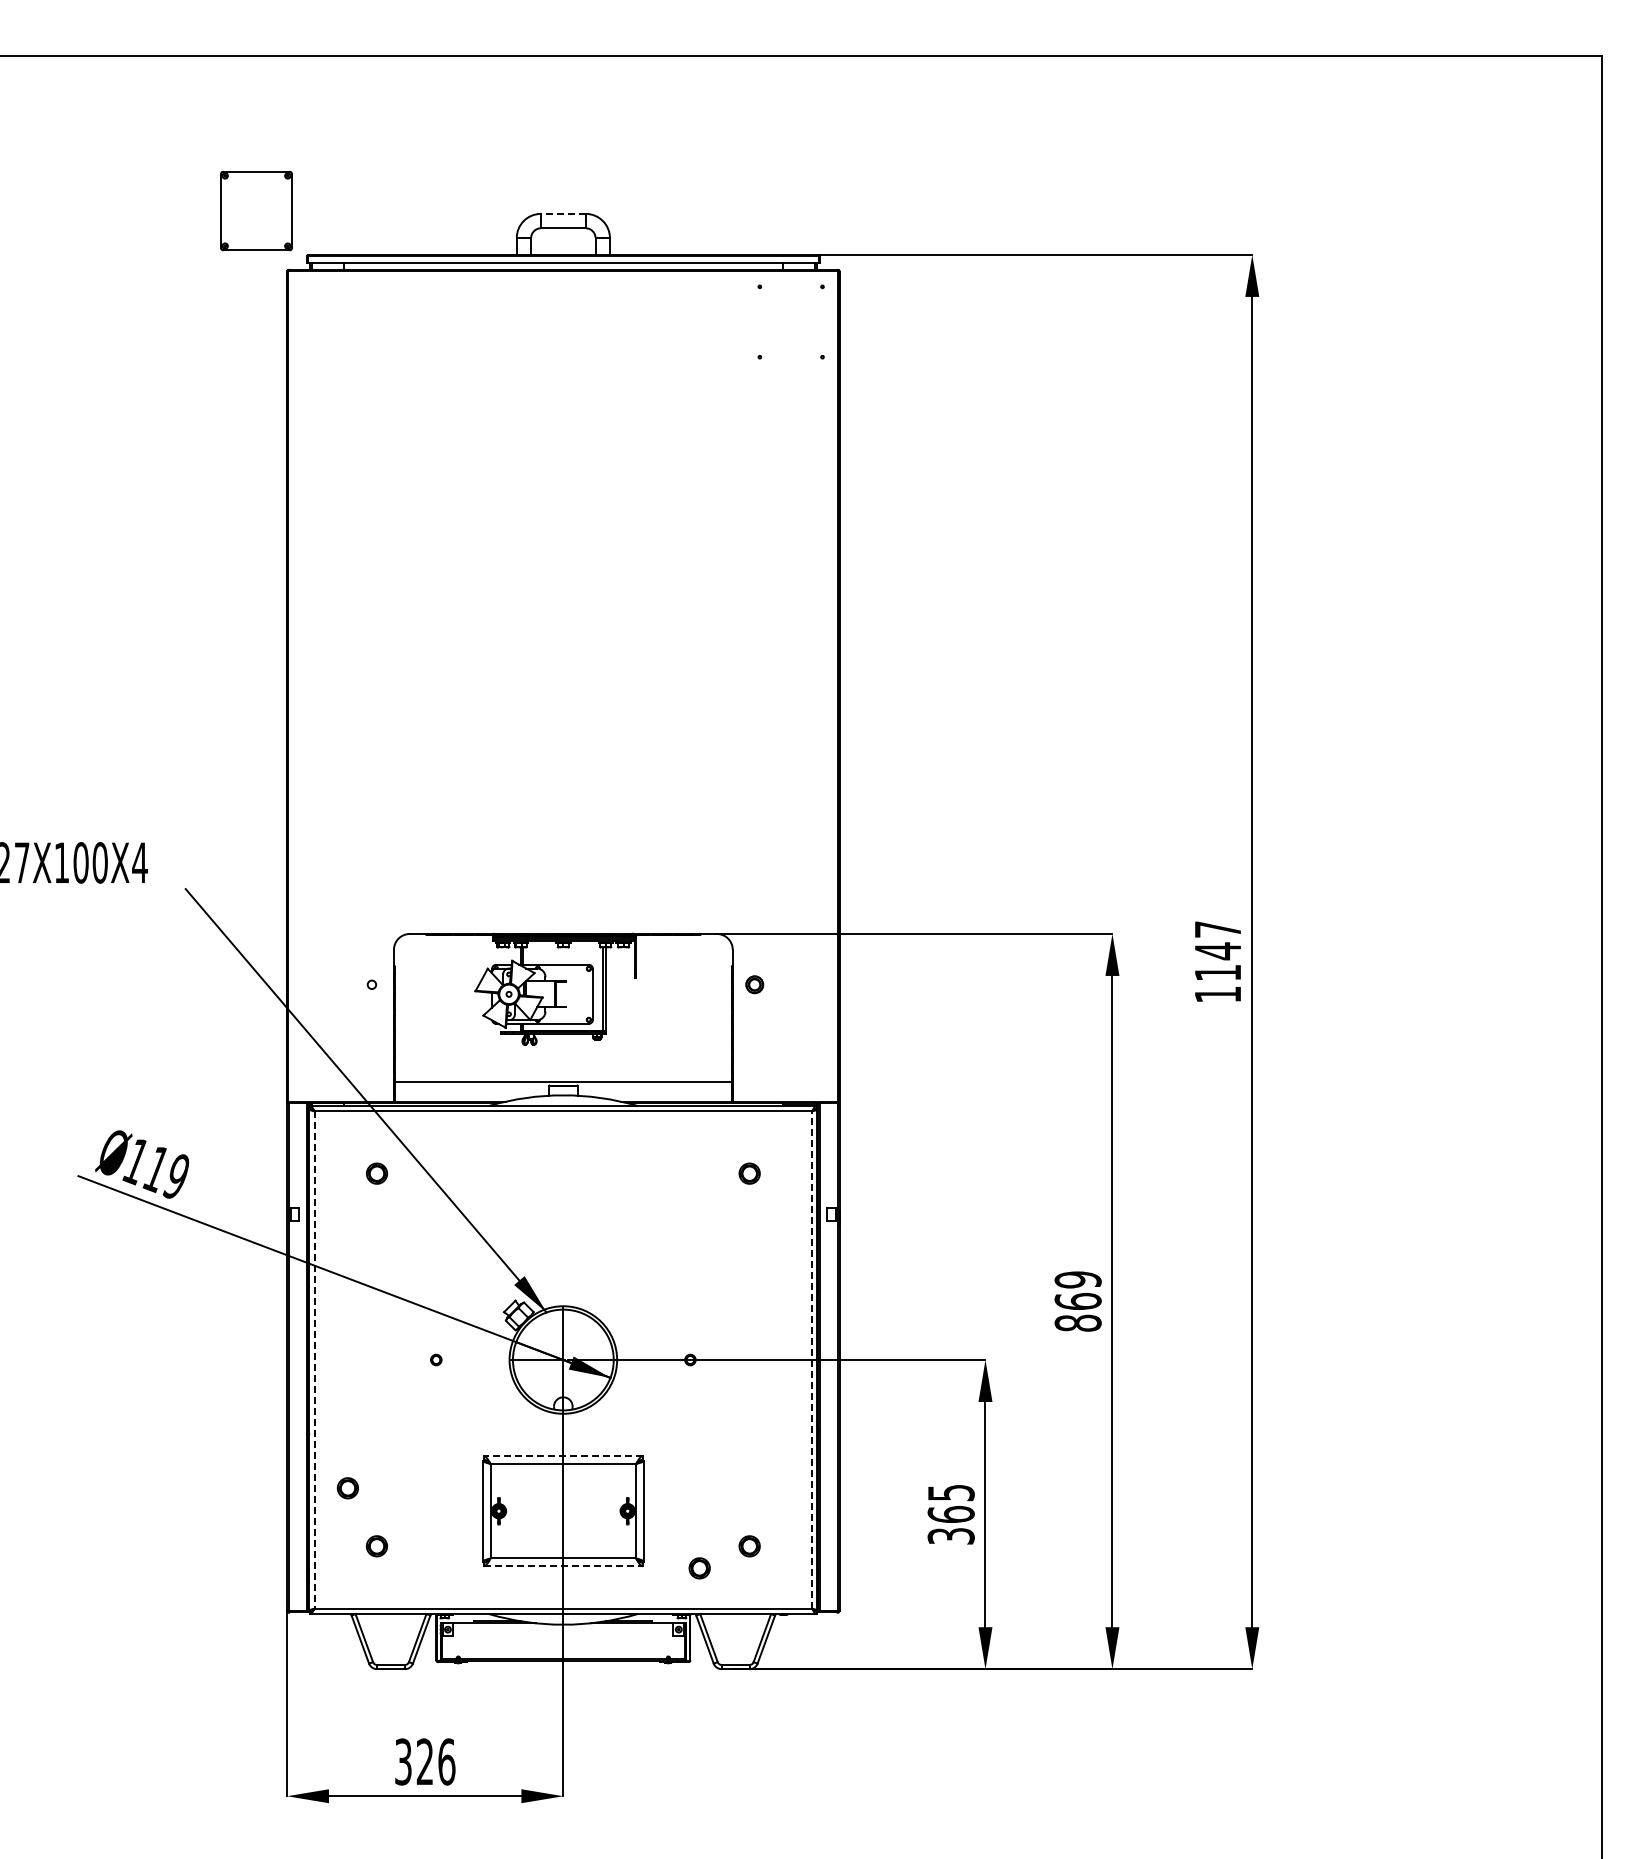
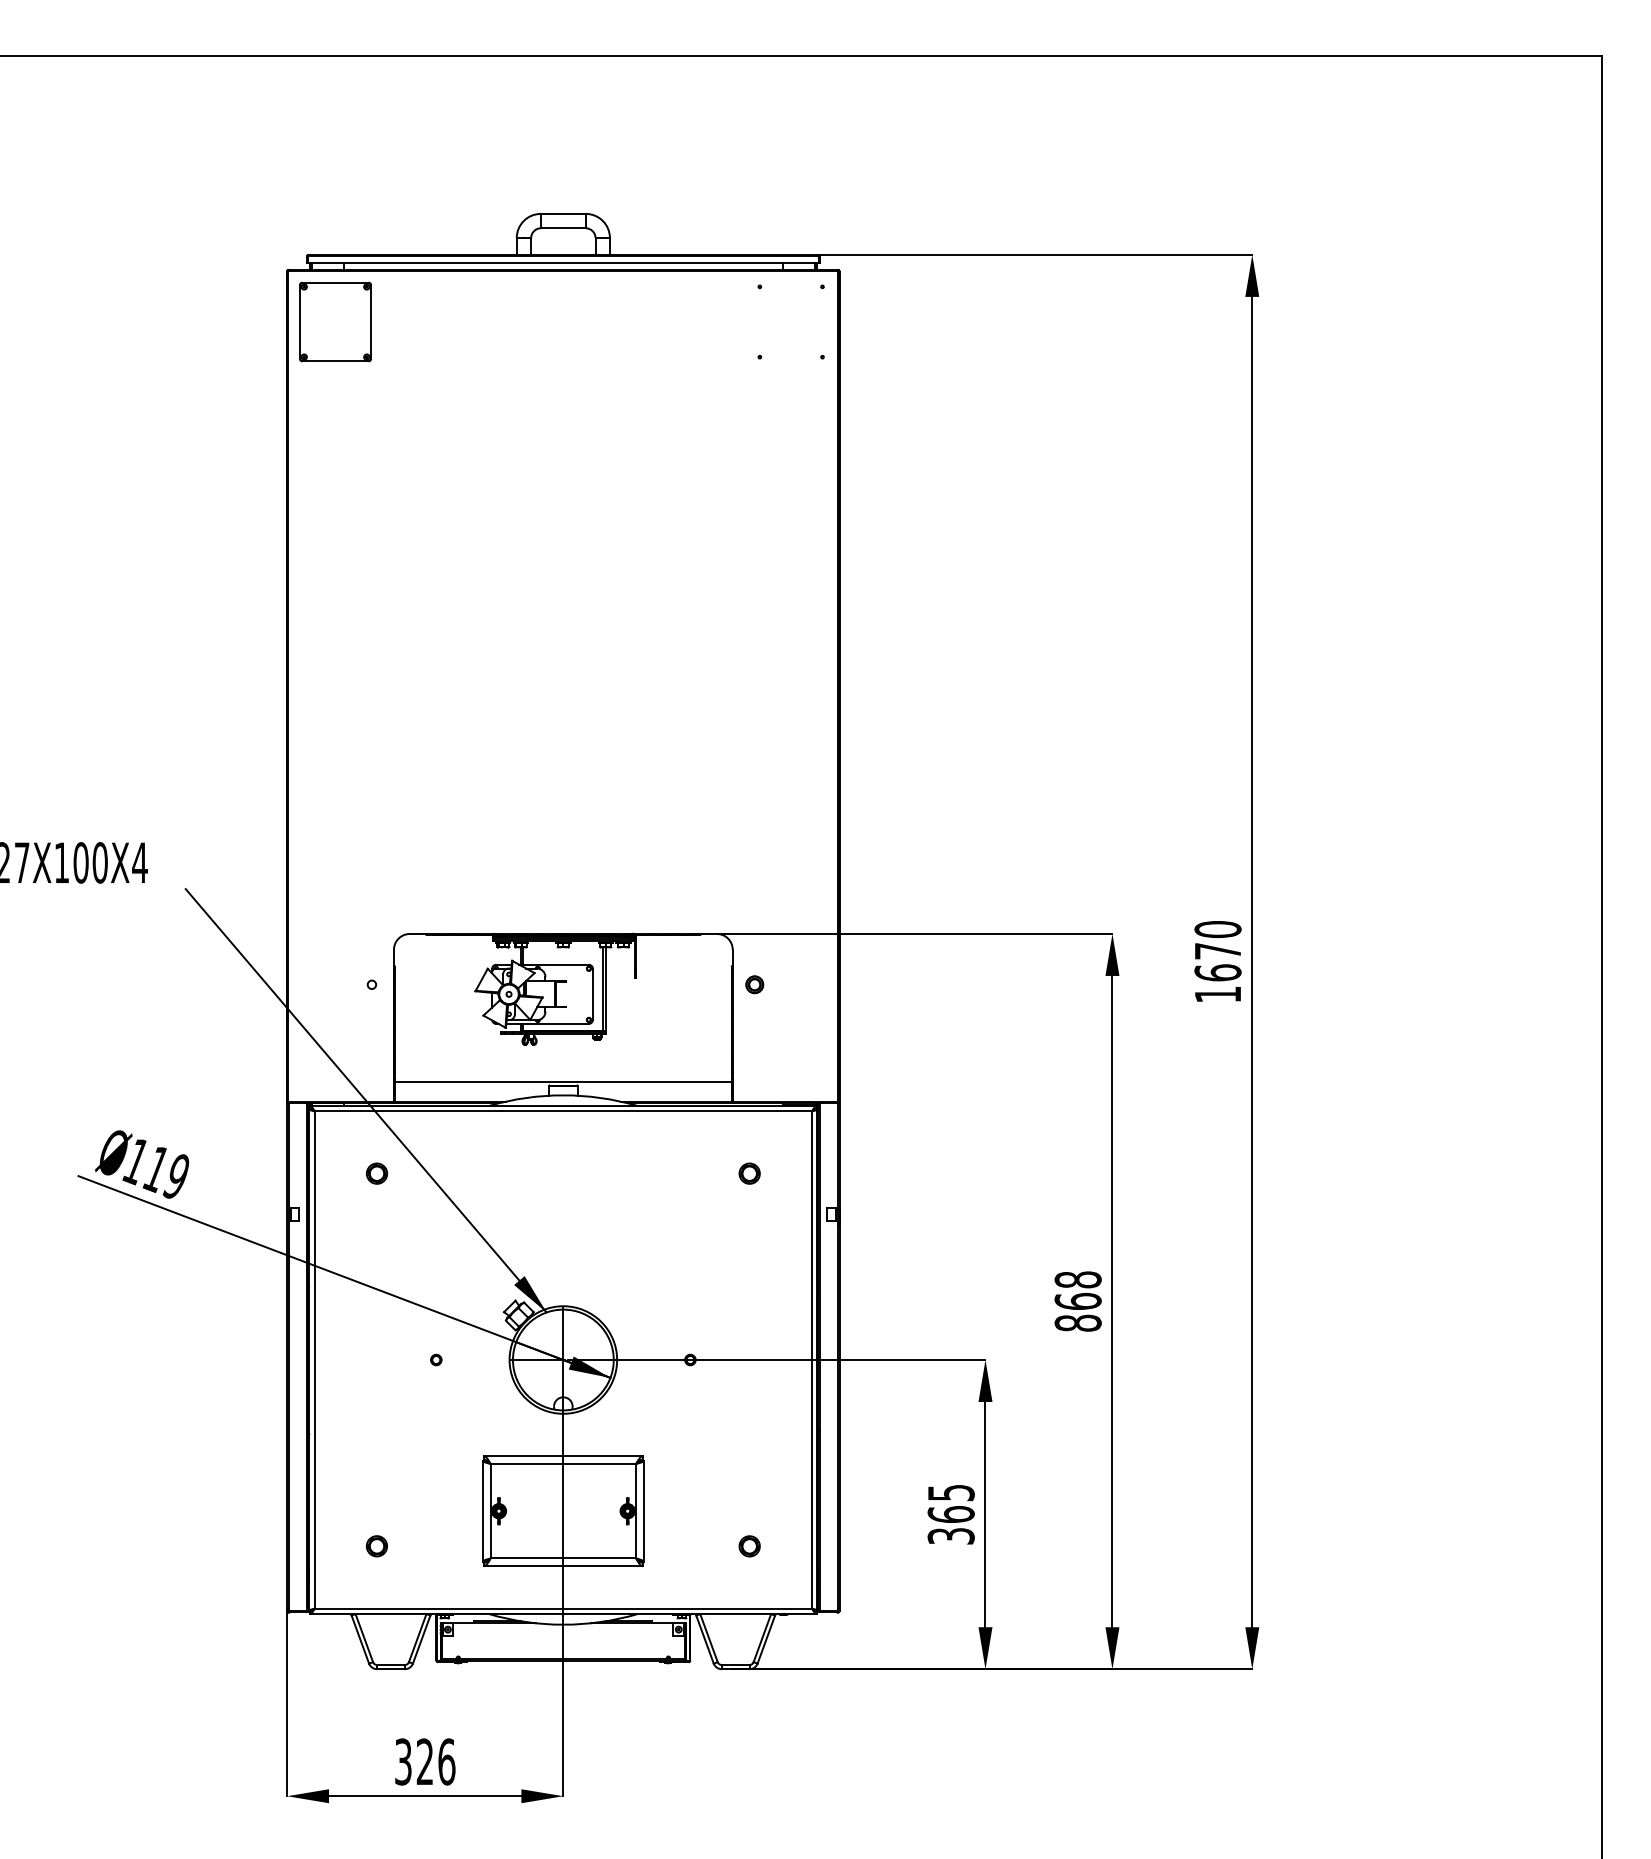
part at (256, 210) position: (256, 210) -> (335, 321)
line at (562, 213): dashed -> solid
text at (1217, 951): 1147 -> 1670
text at (1077, 1279): 869 -> 868
line at (314, 1360): dashed -> solid
line at (811, 1360): dashed -> solid
line at (563, 1456): dashed -> solid
part at (347, 1488): present -> none
line at (563, 1566): dashed -> solid
part at (699, 1568): present -> none
